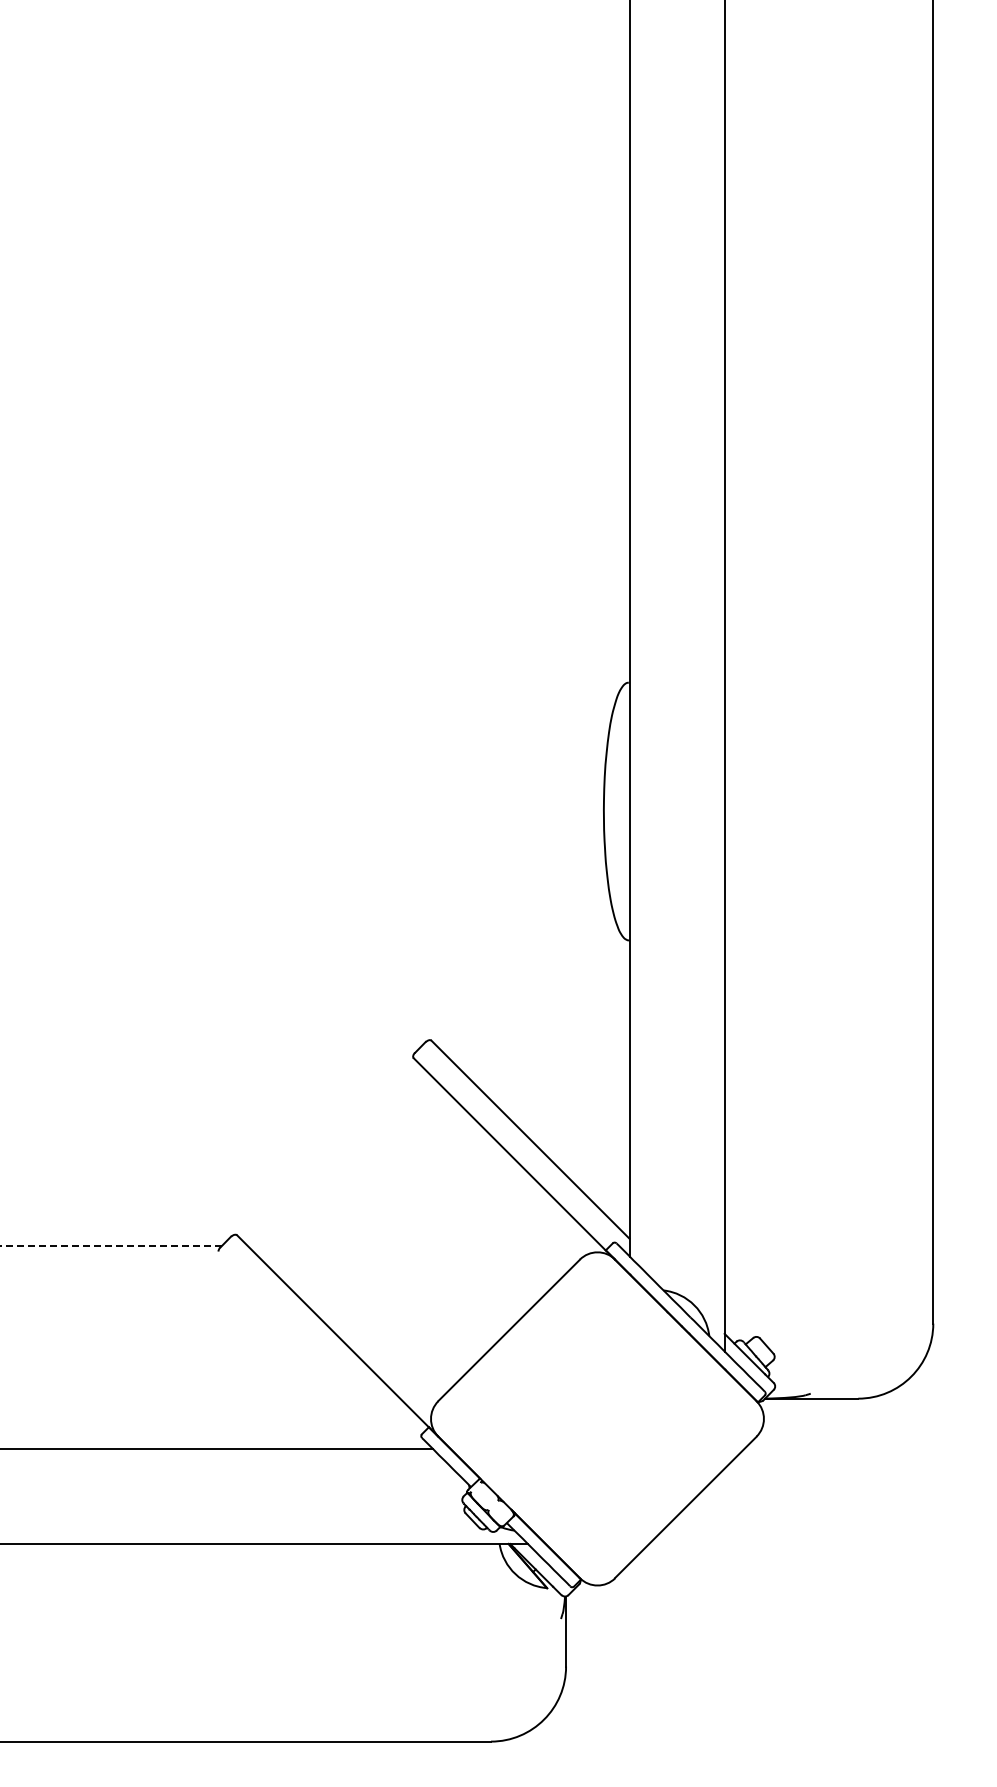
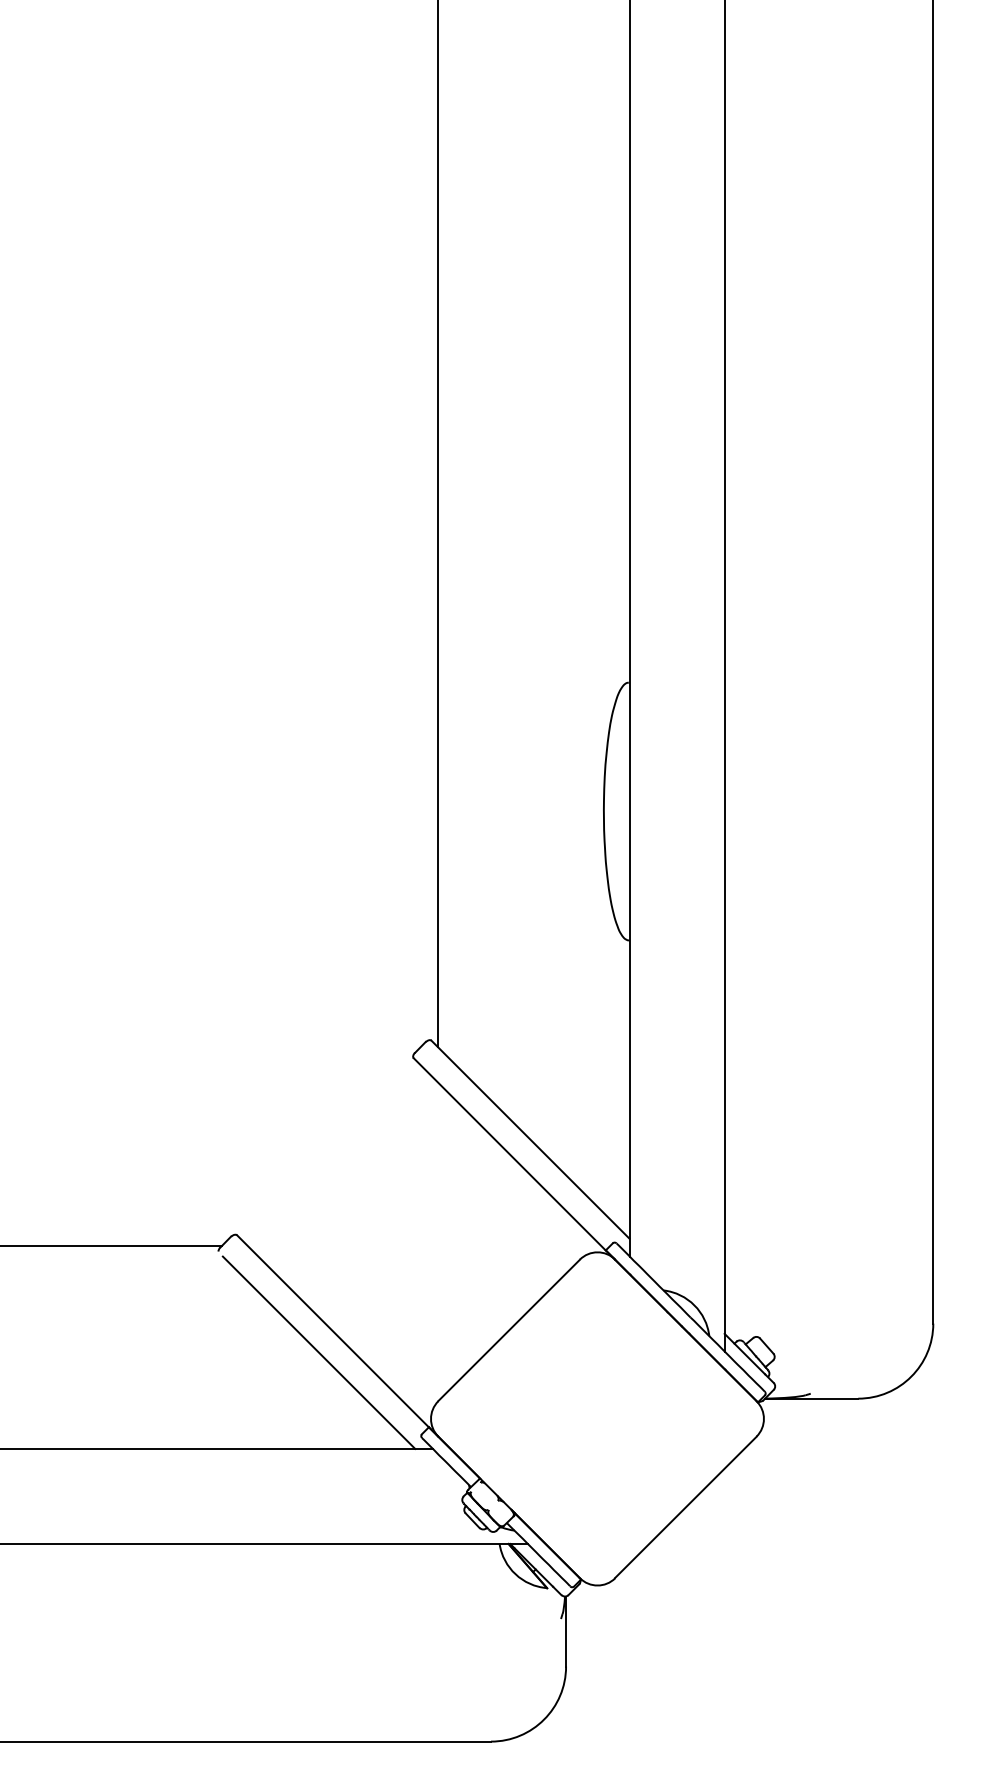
line at (438, 524): none -> present
line at (110, 1246): dashed -> solid
line at (318, 1352): none -> present
